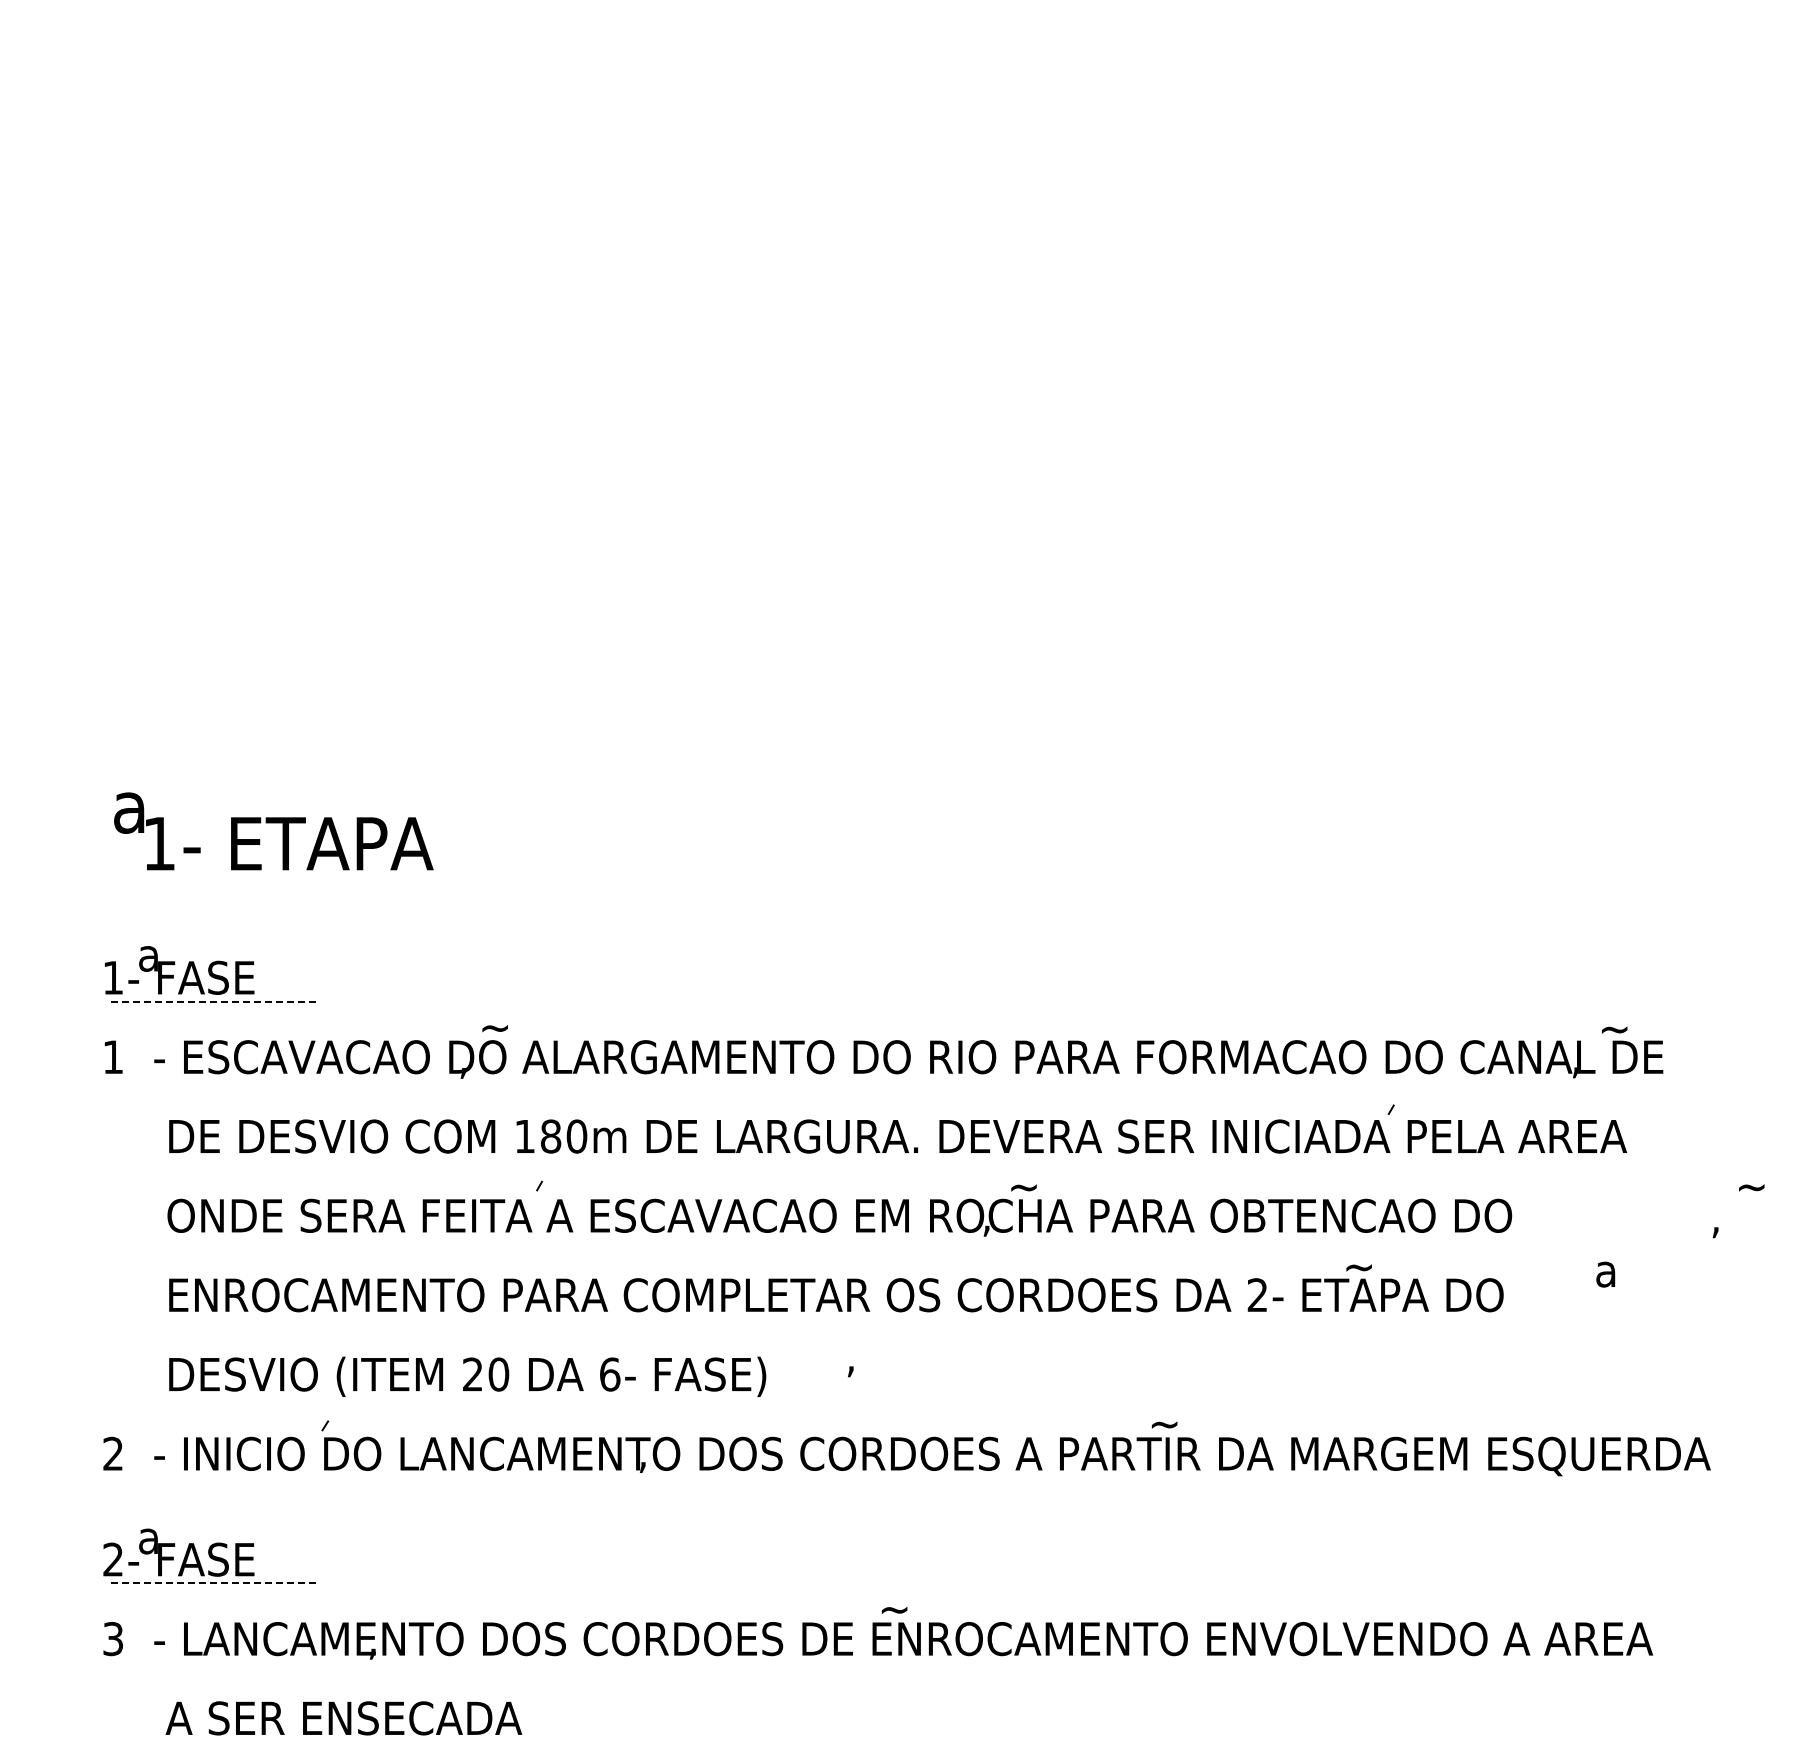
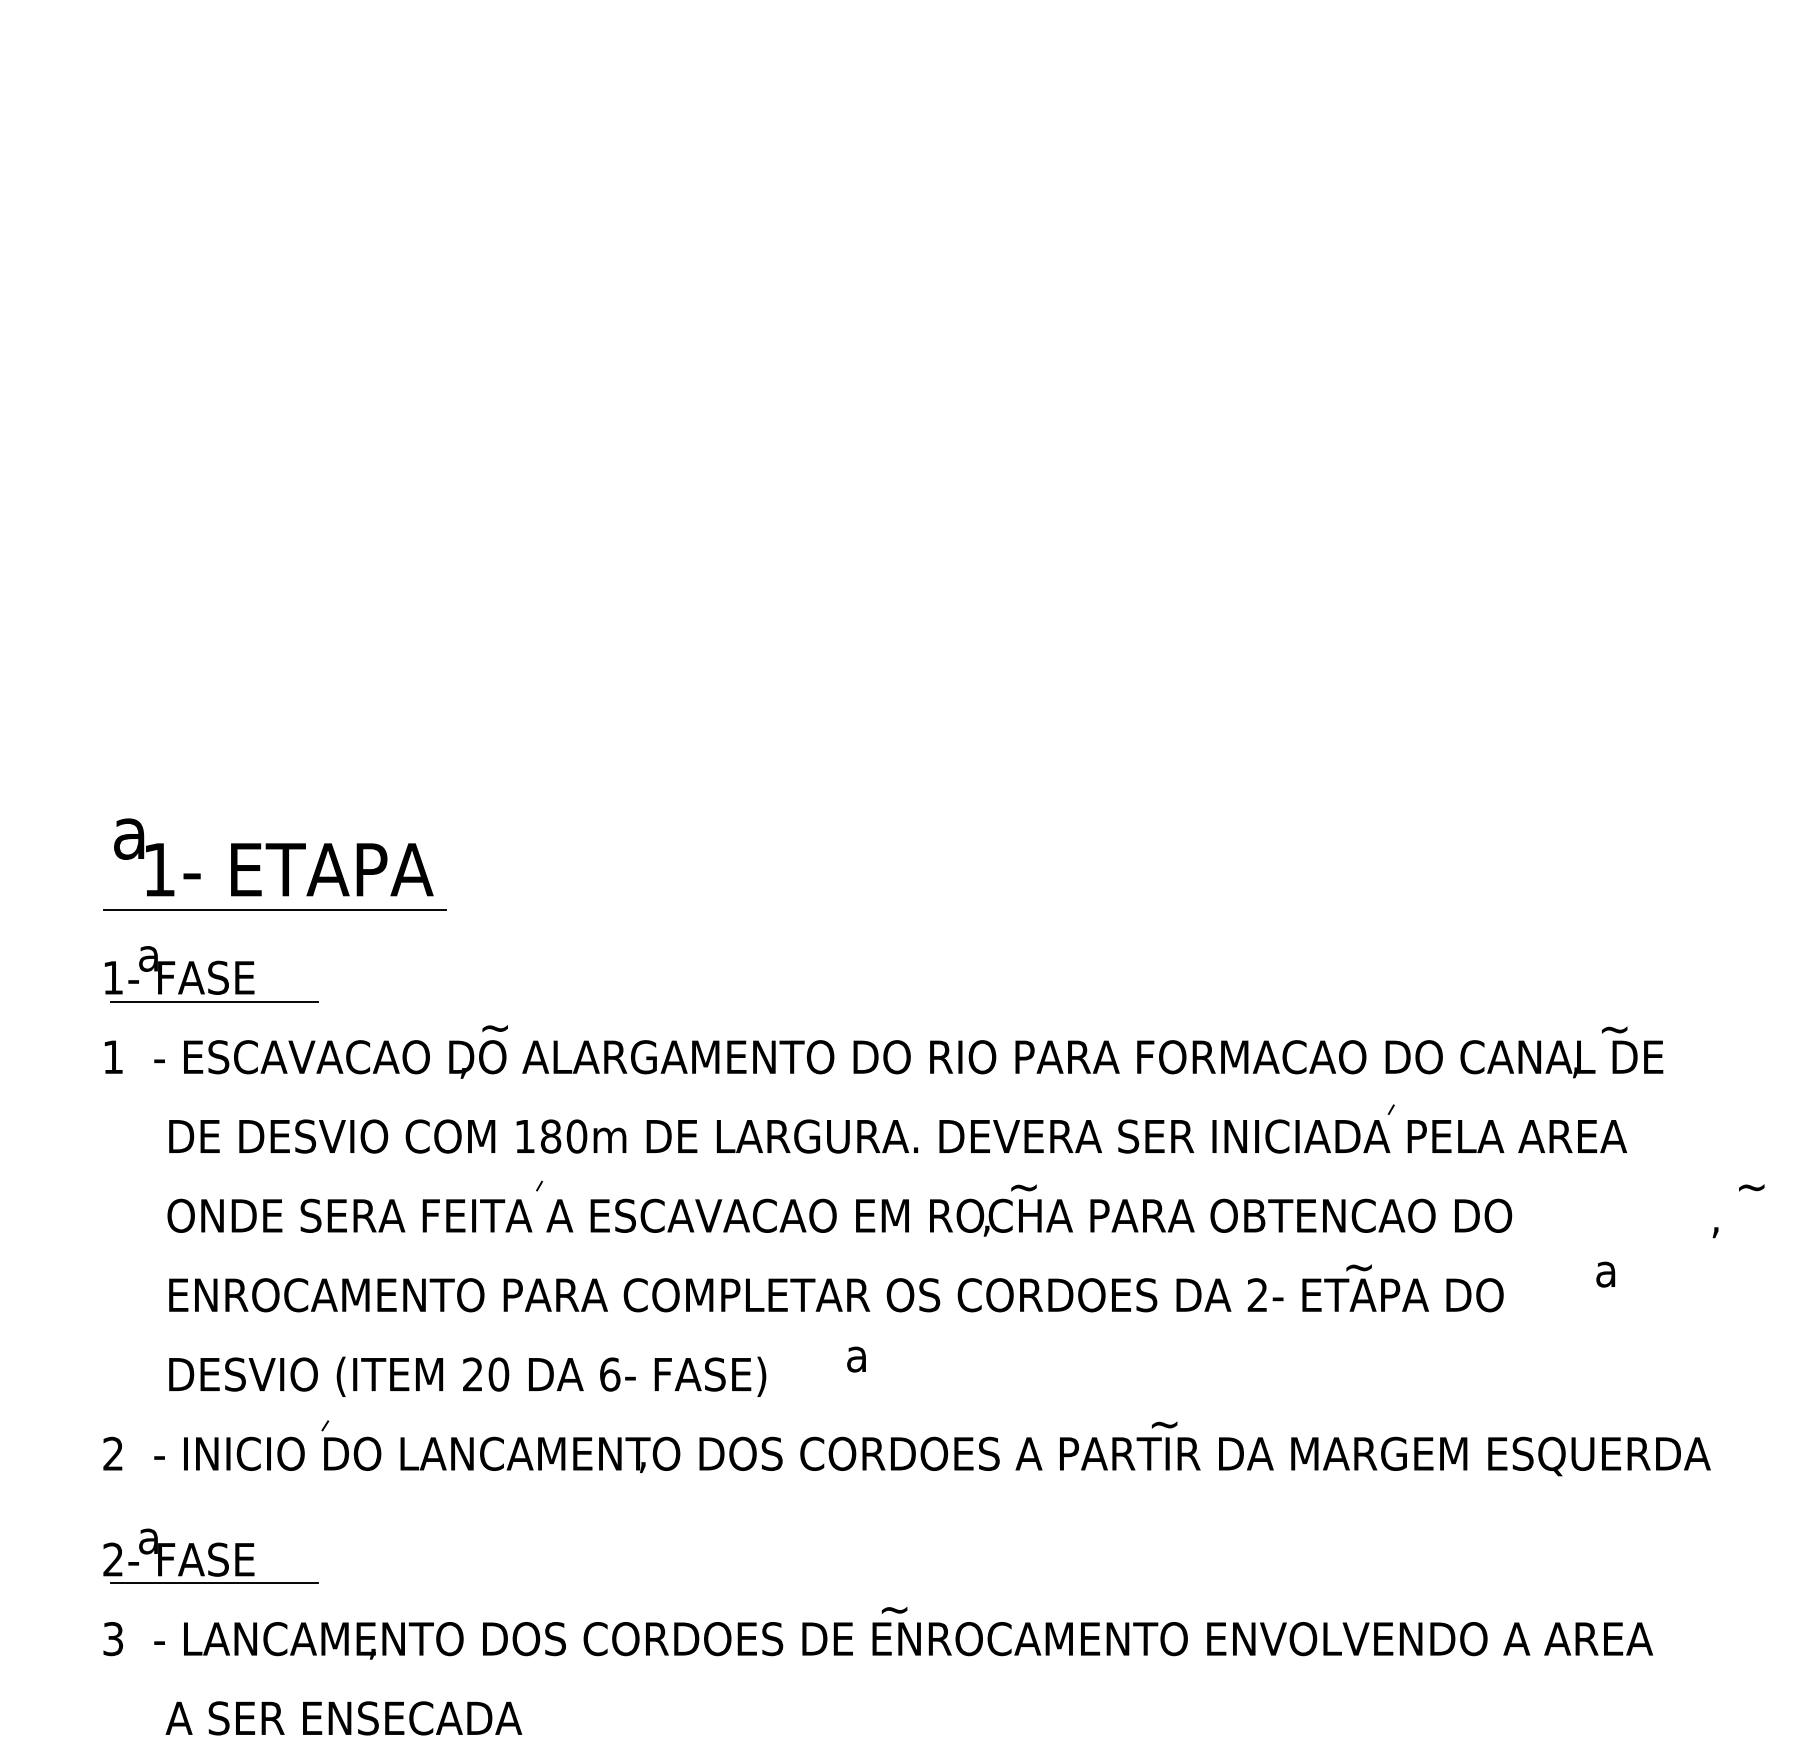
text at (273, 831) position: (273, 831) -> (273, 857)
line at (274, 910): none -> present
line at (214, 1002): dashed -> solid
text at (856, 1361): , -> a
line at (214, 1583): dashed -> solid
